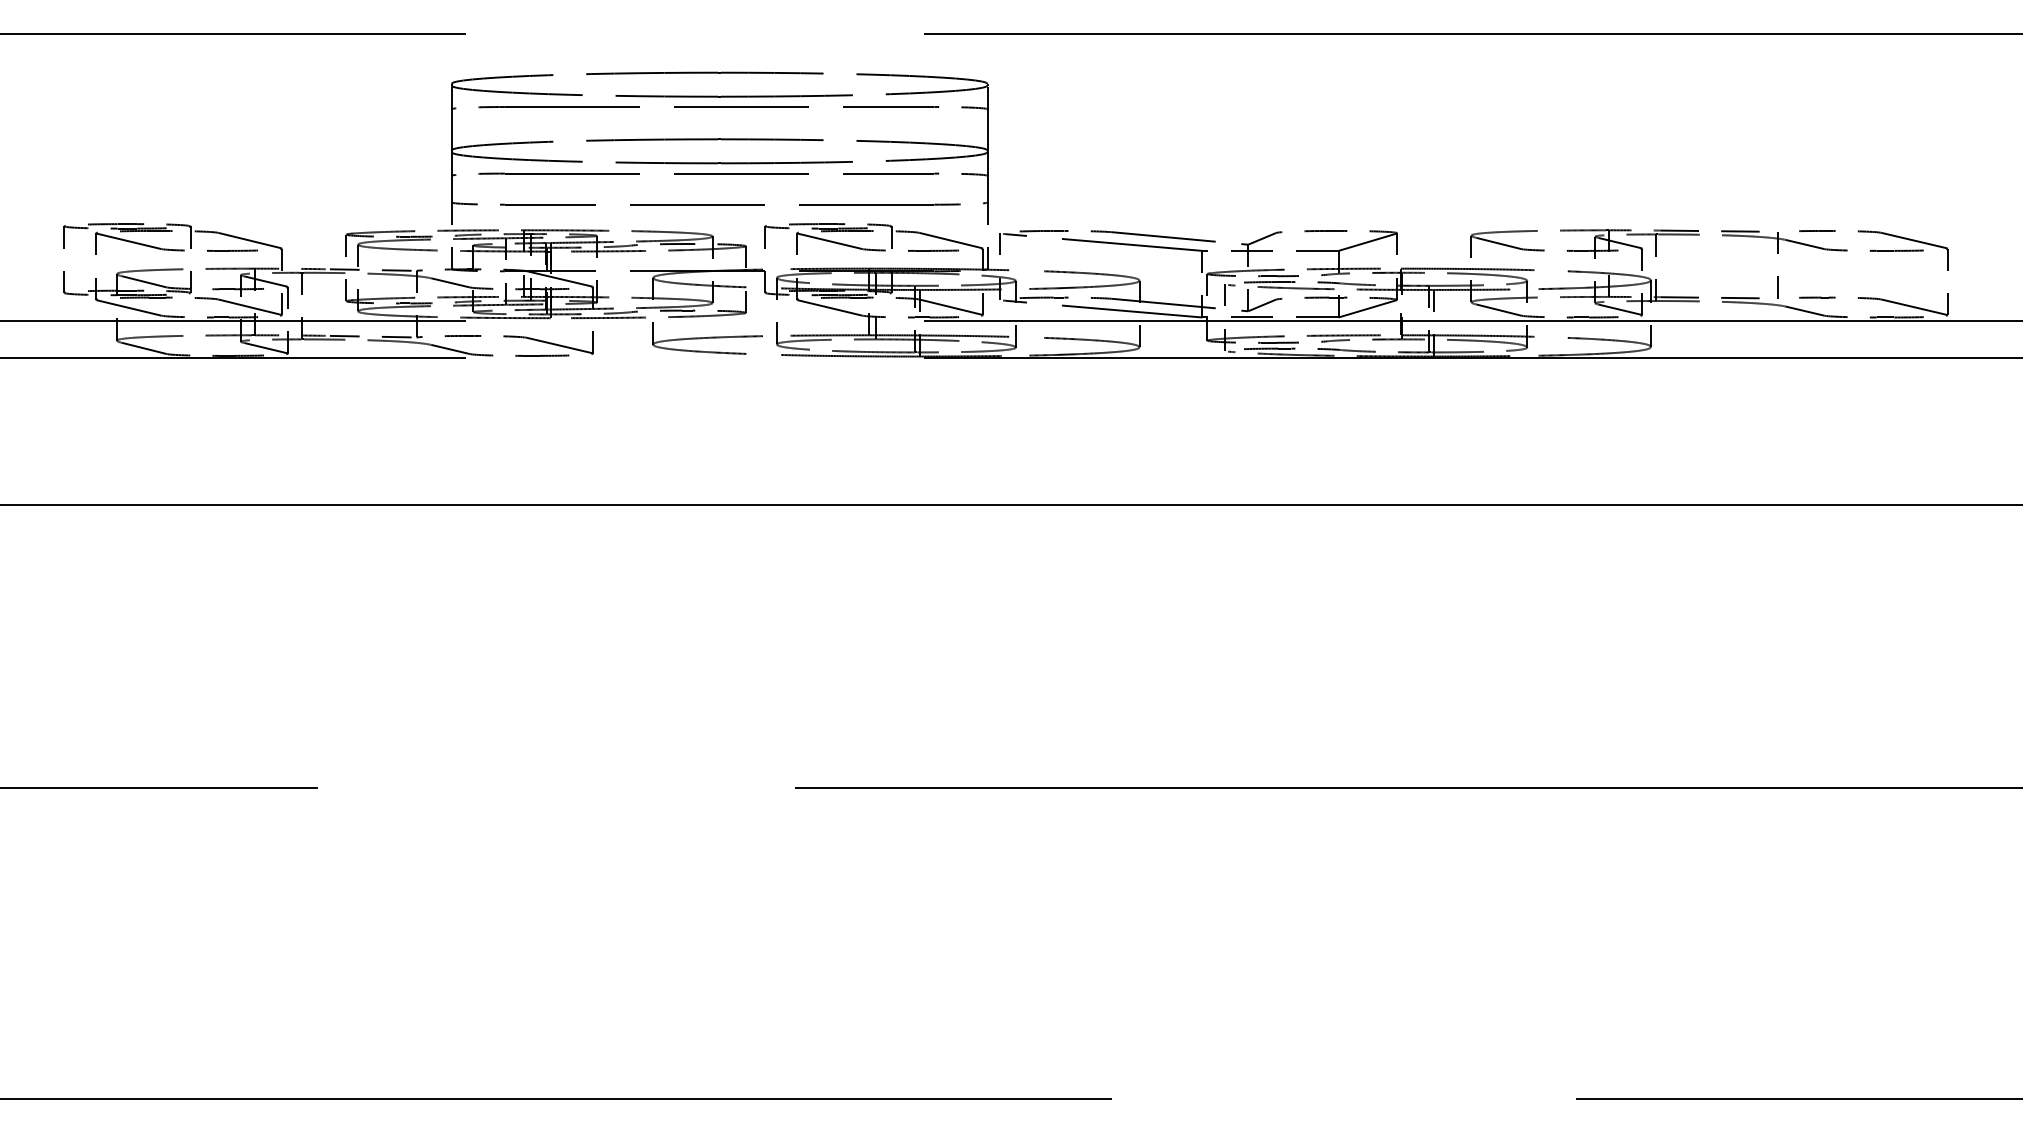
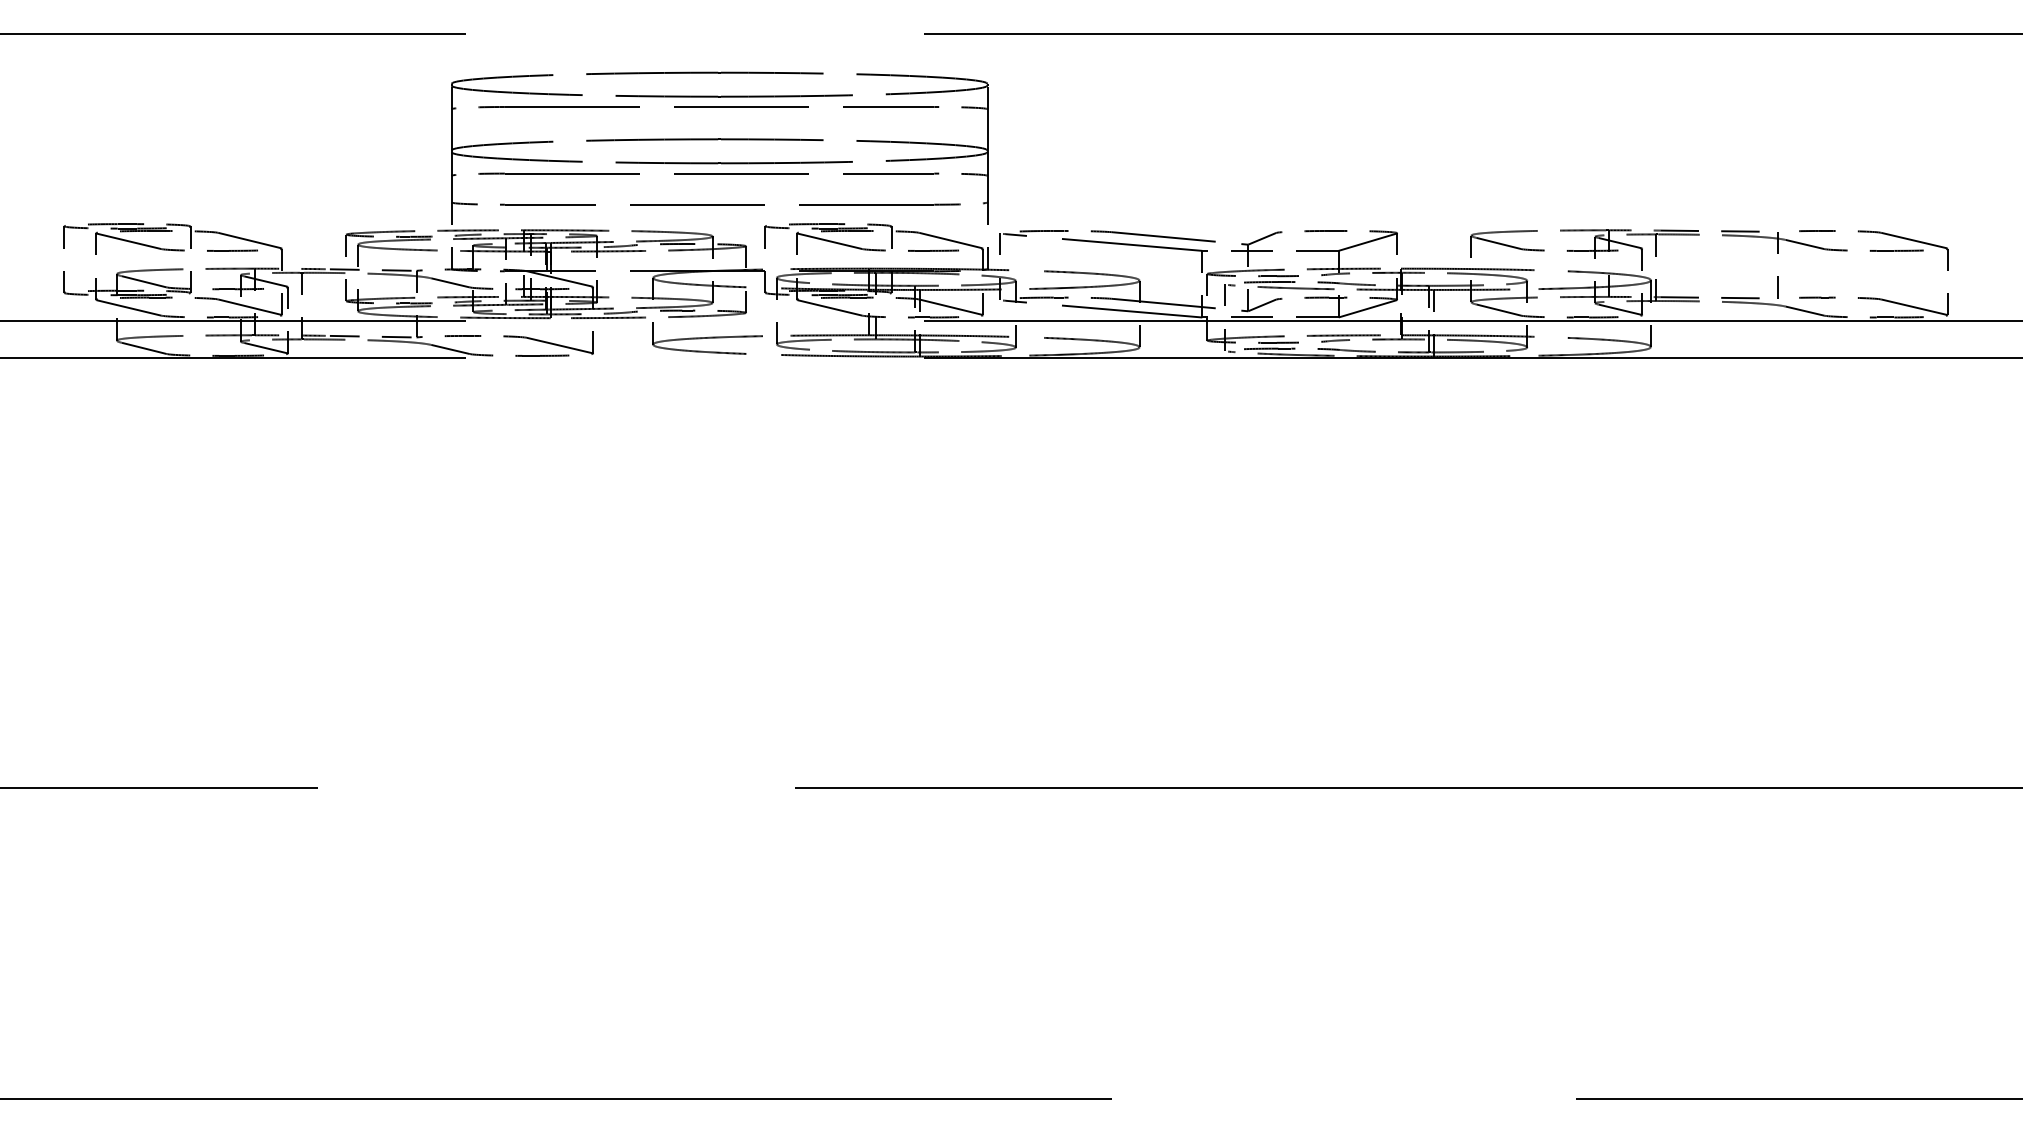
line at (1010, 505): present -> none
